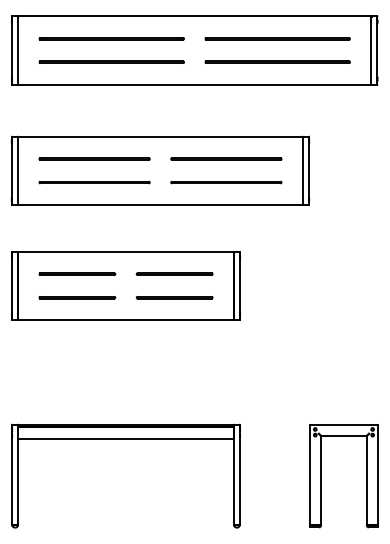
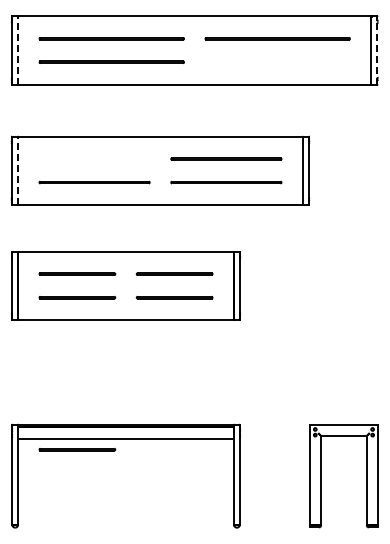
line at (18, 50): solid -> dashed
line at (377, 50): solid -> dashed
line at (277, 61): present -> none
line at (94, 158): present -> none
line at (18, 170): solid -> dashed
line at (77, 449): none -> present
